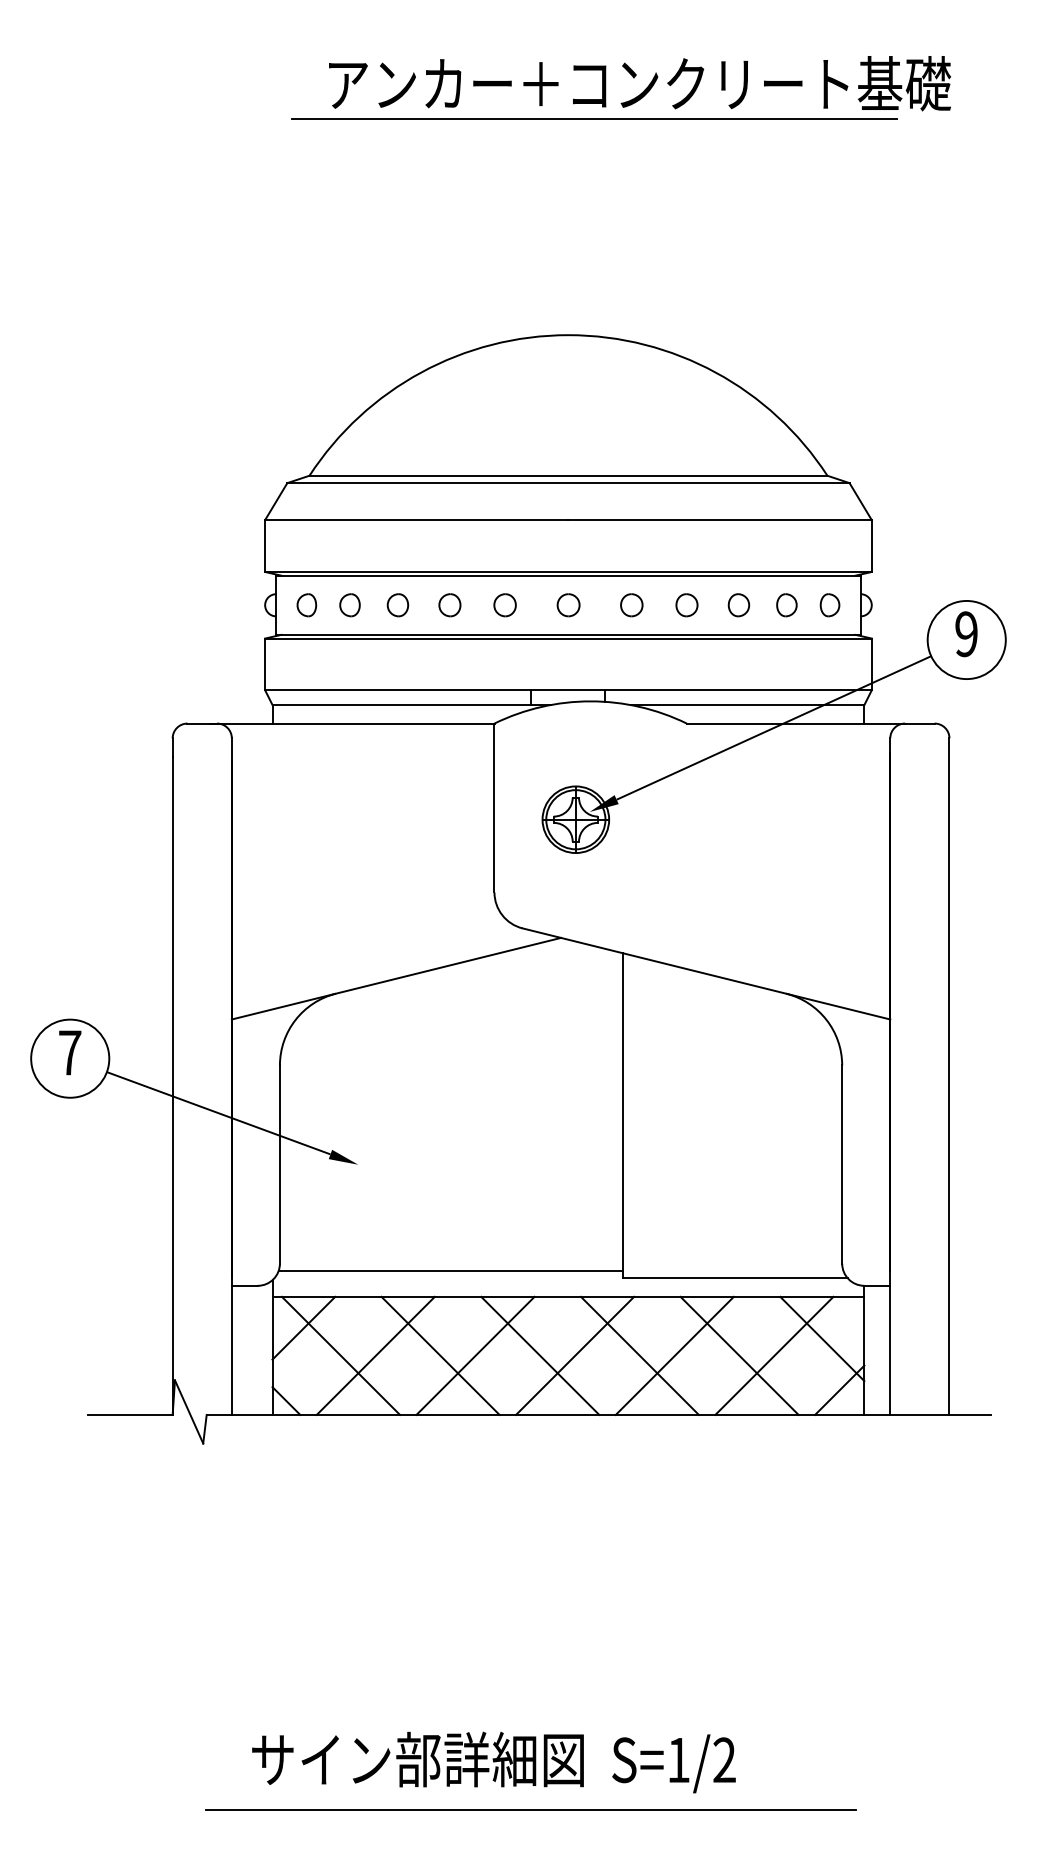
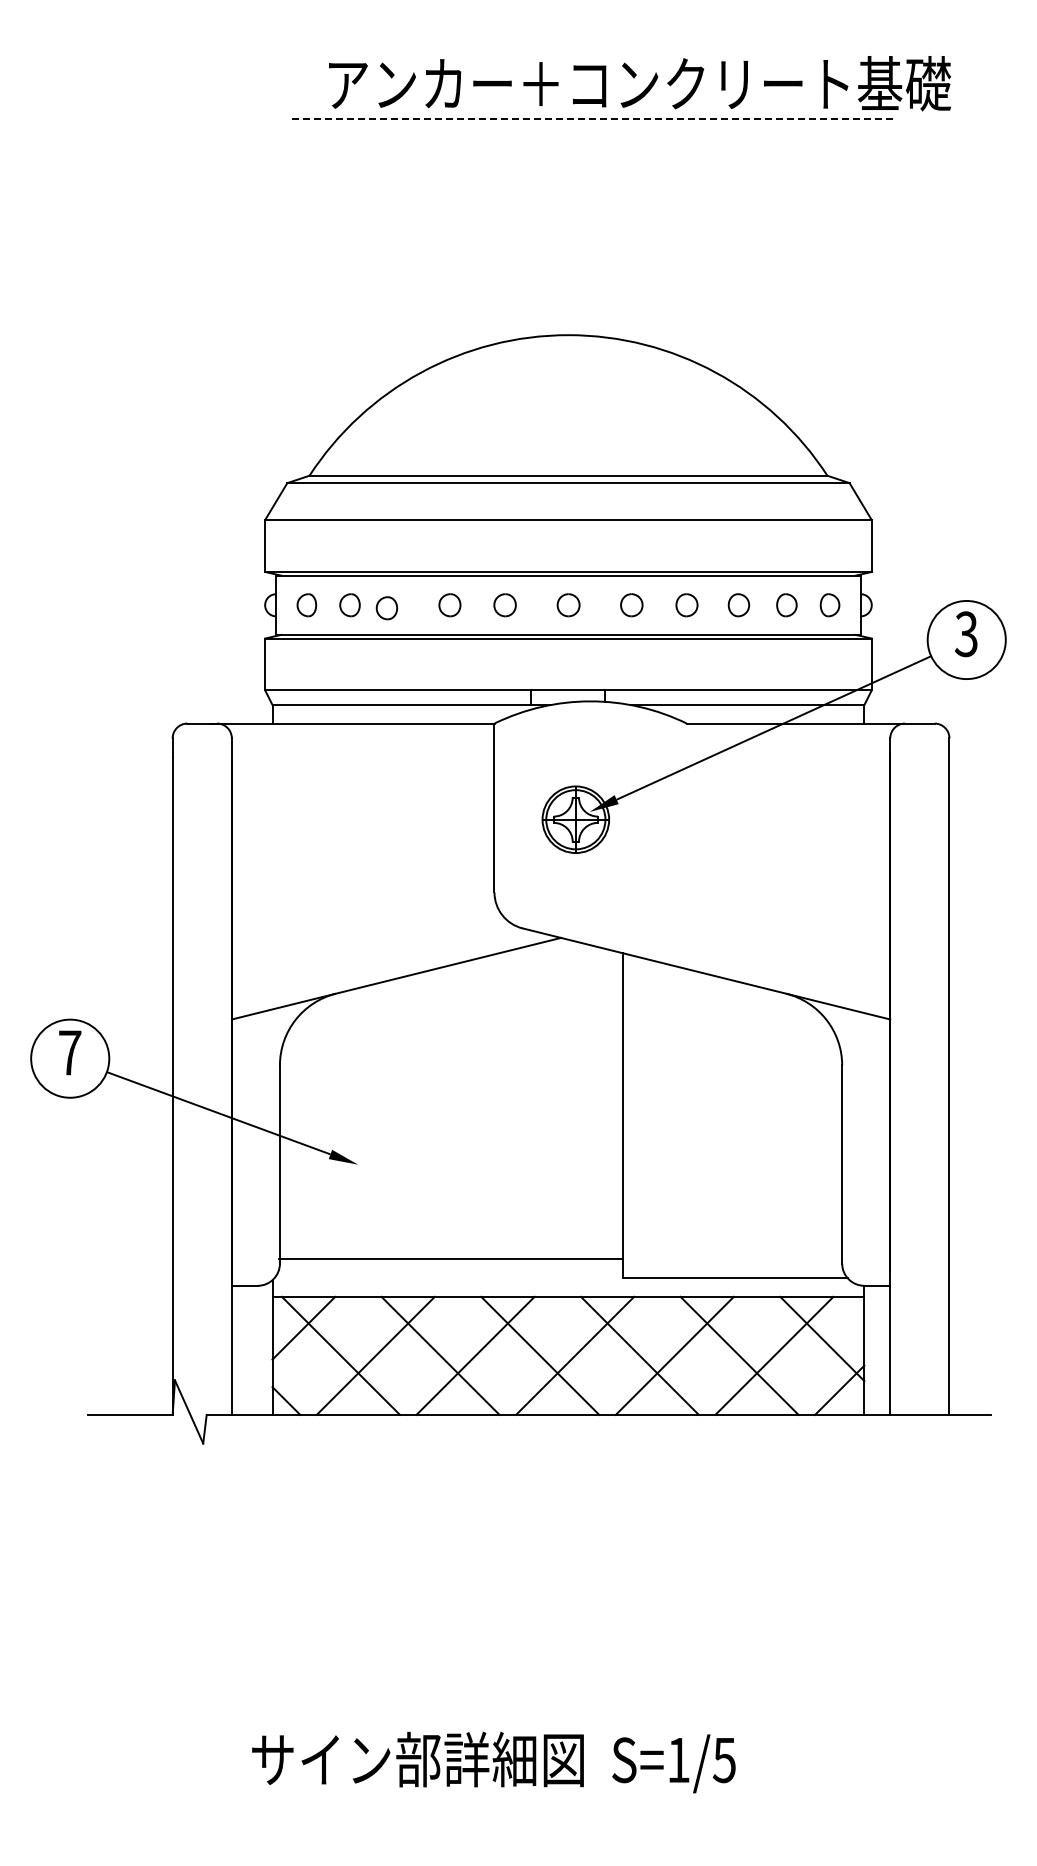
line at (595, 119): solid -> dashed
part at (397, 605) position: (397, 605) -> (386, 608)
text at (966, 634): 9 -> 3
line at (450, 1271) position: (450, 1271) -> (450, 1259)
text at (723, 1760): S=1/2 -> S=1/5
line at (530, 1810): present -> none
